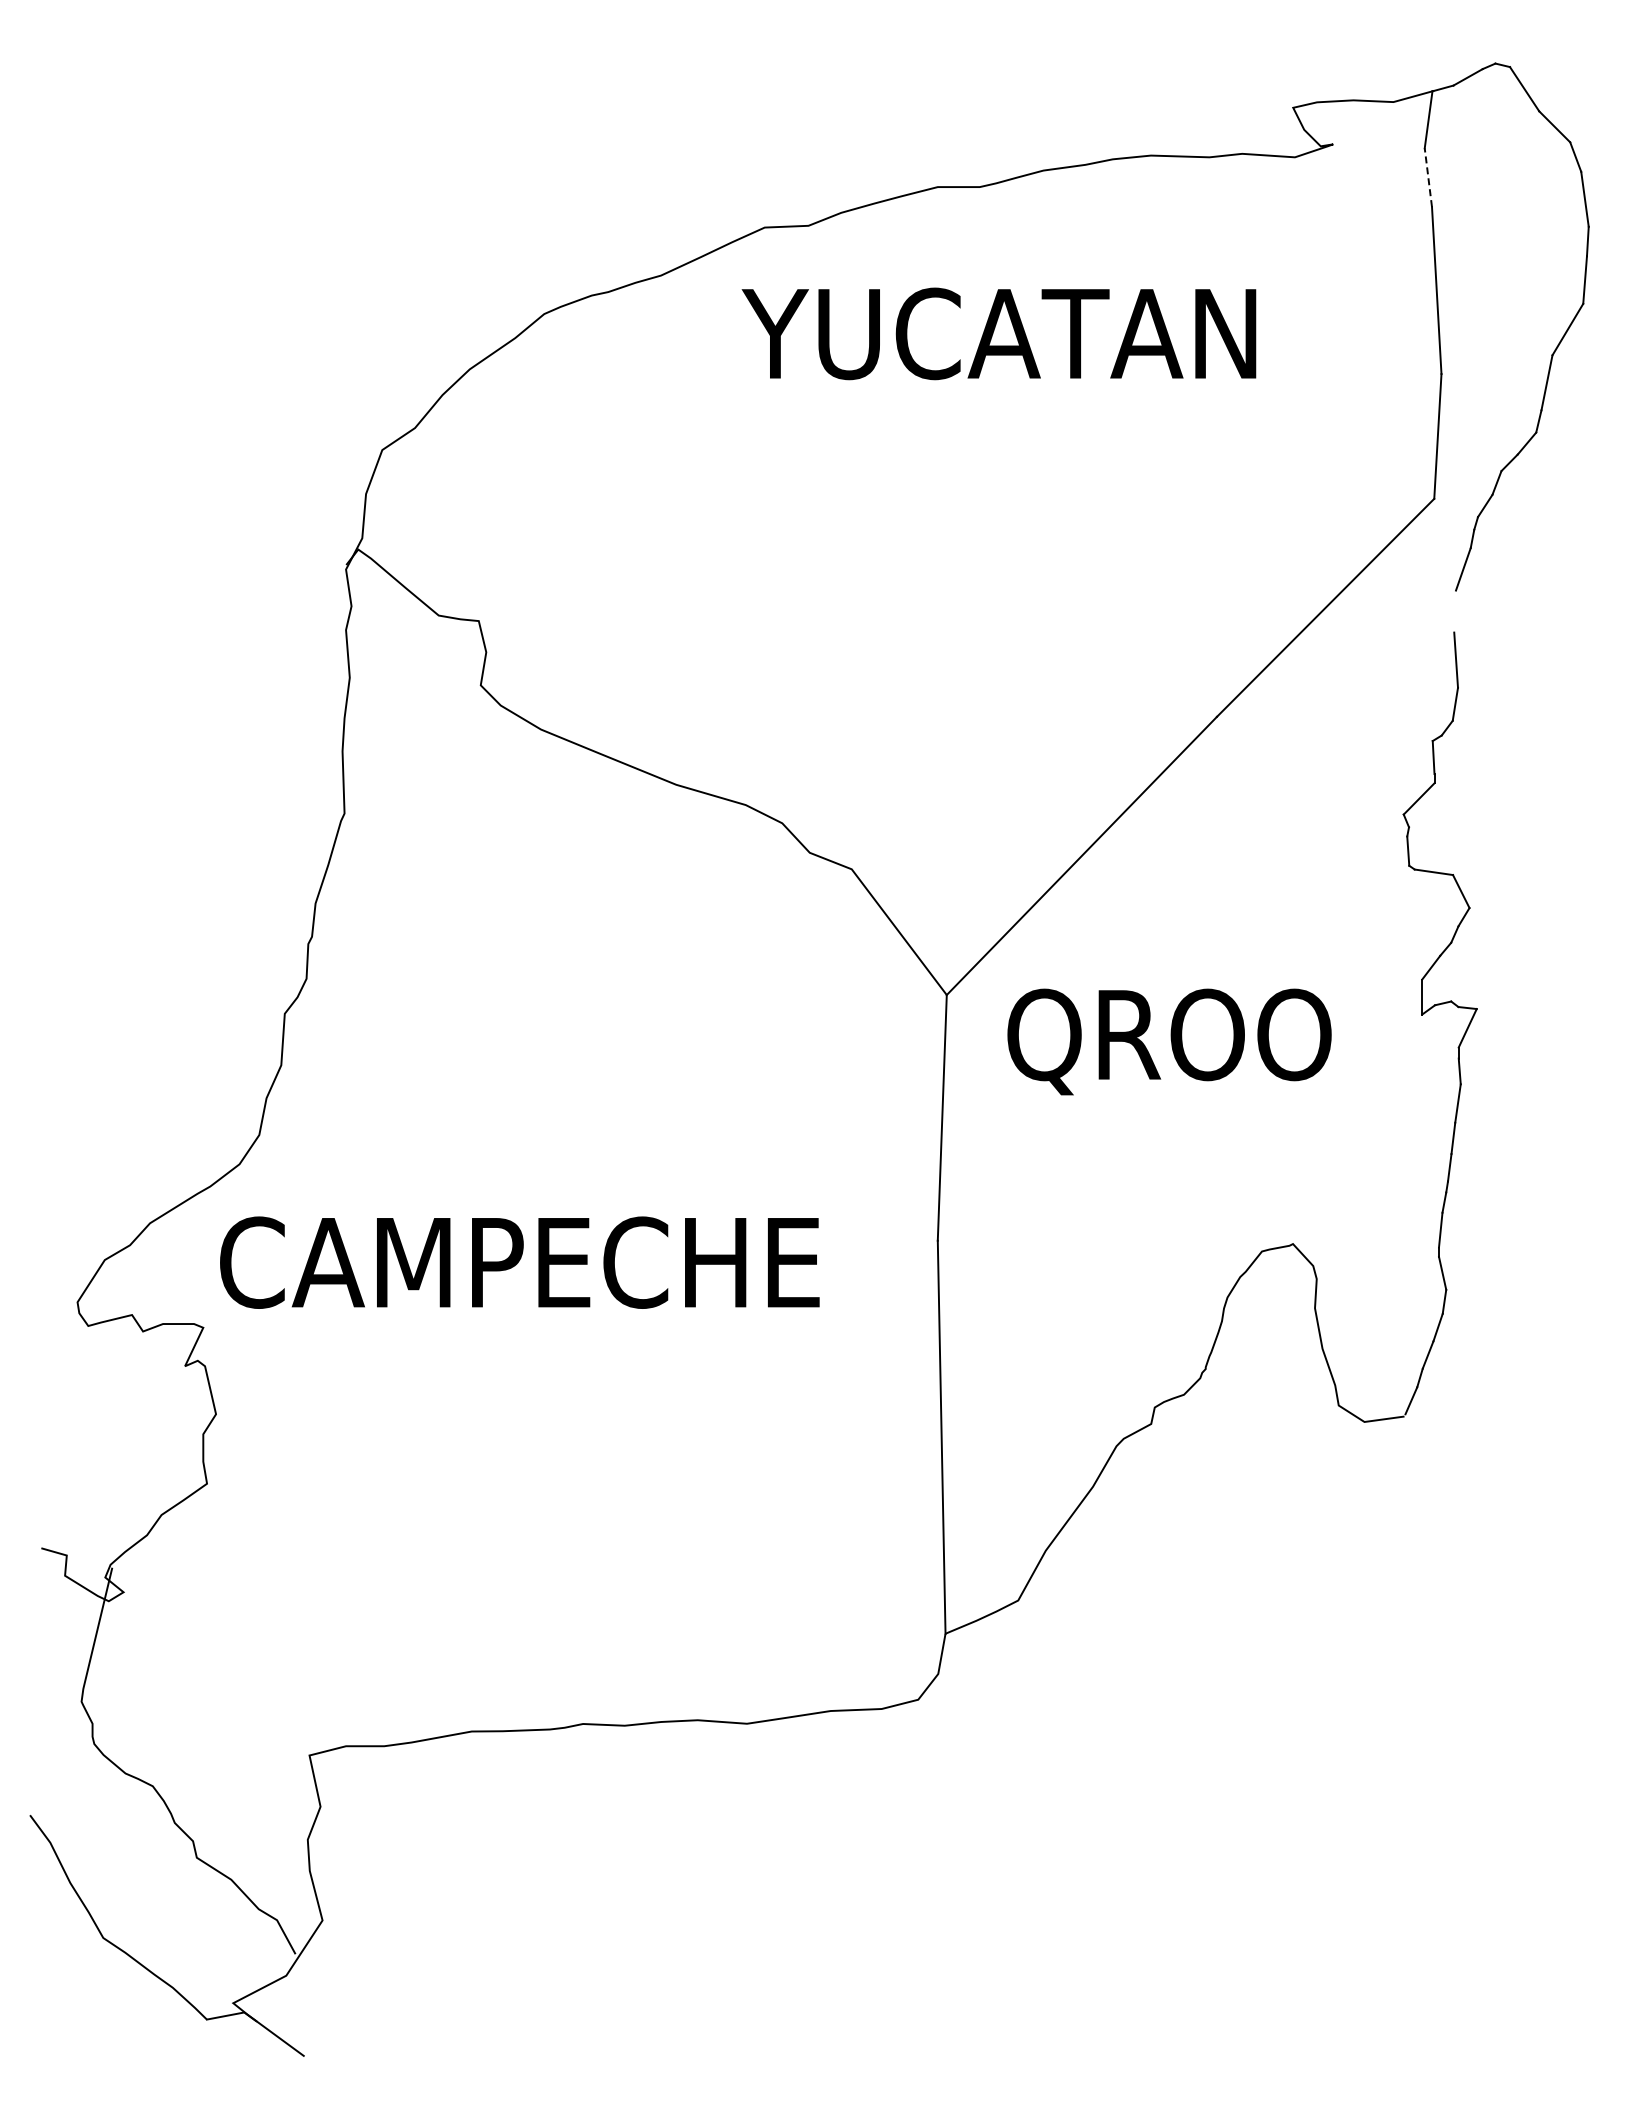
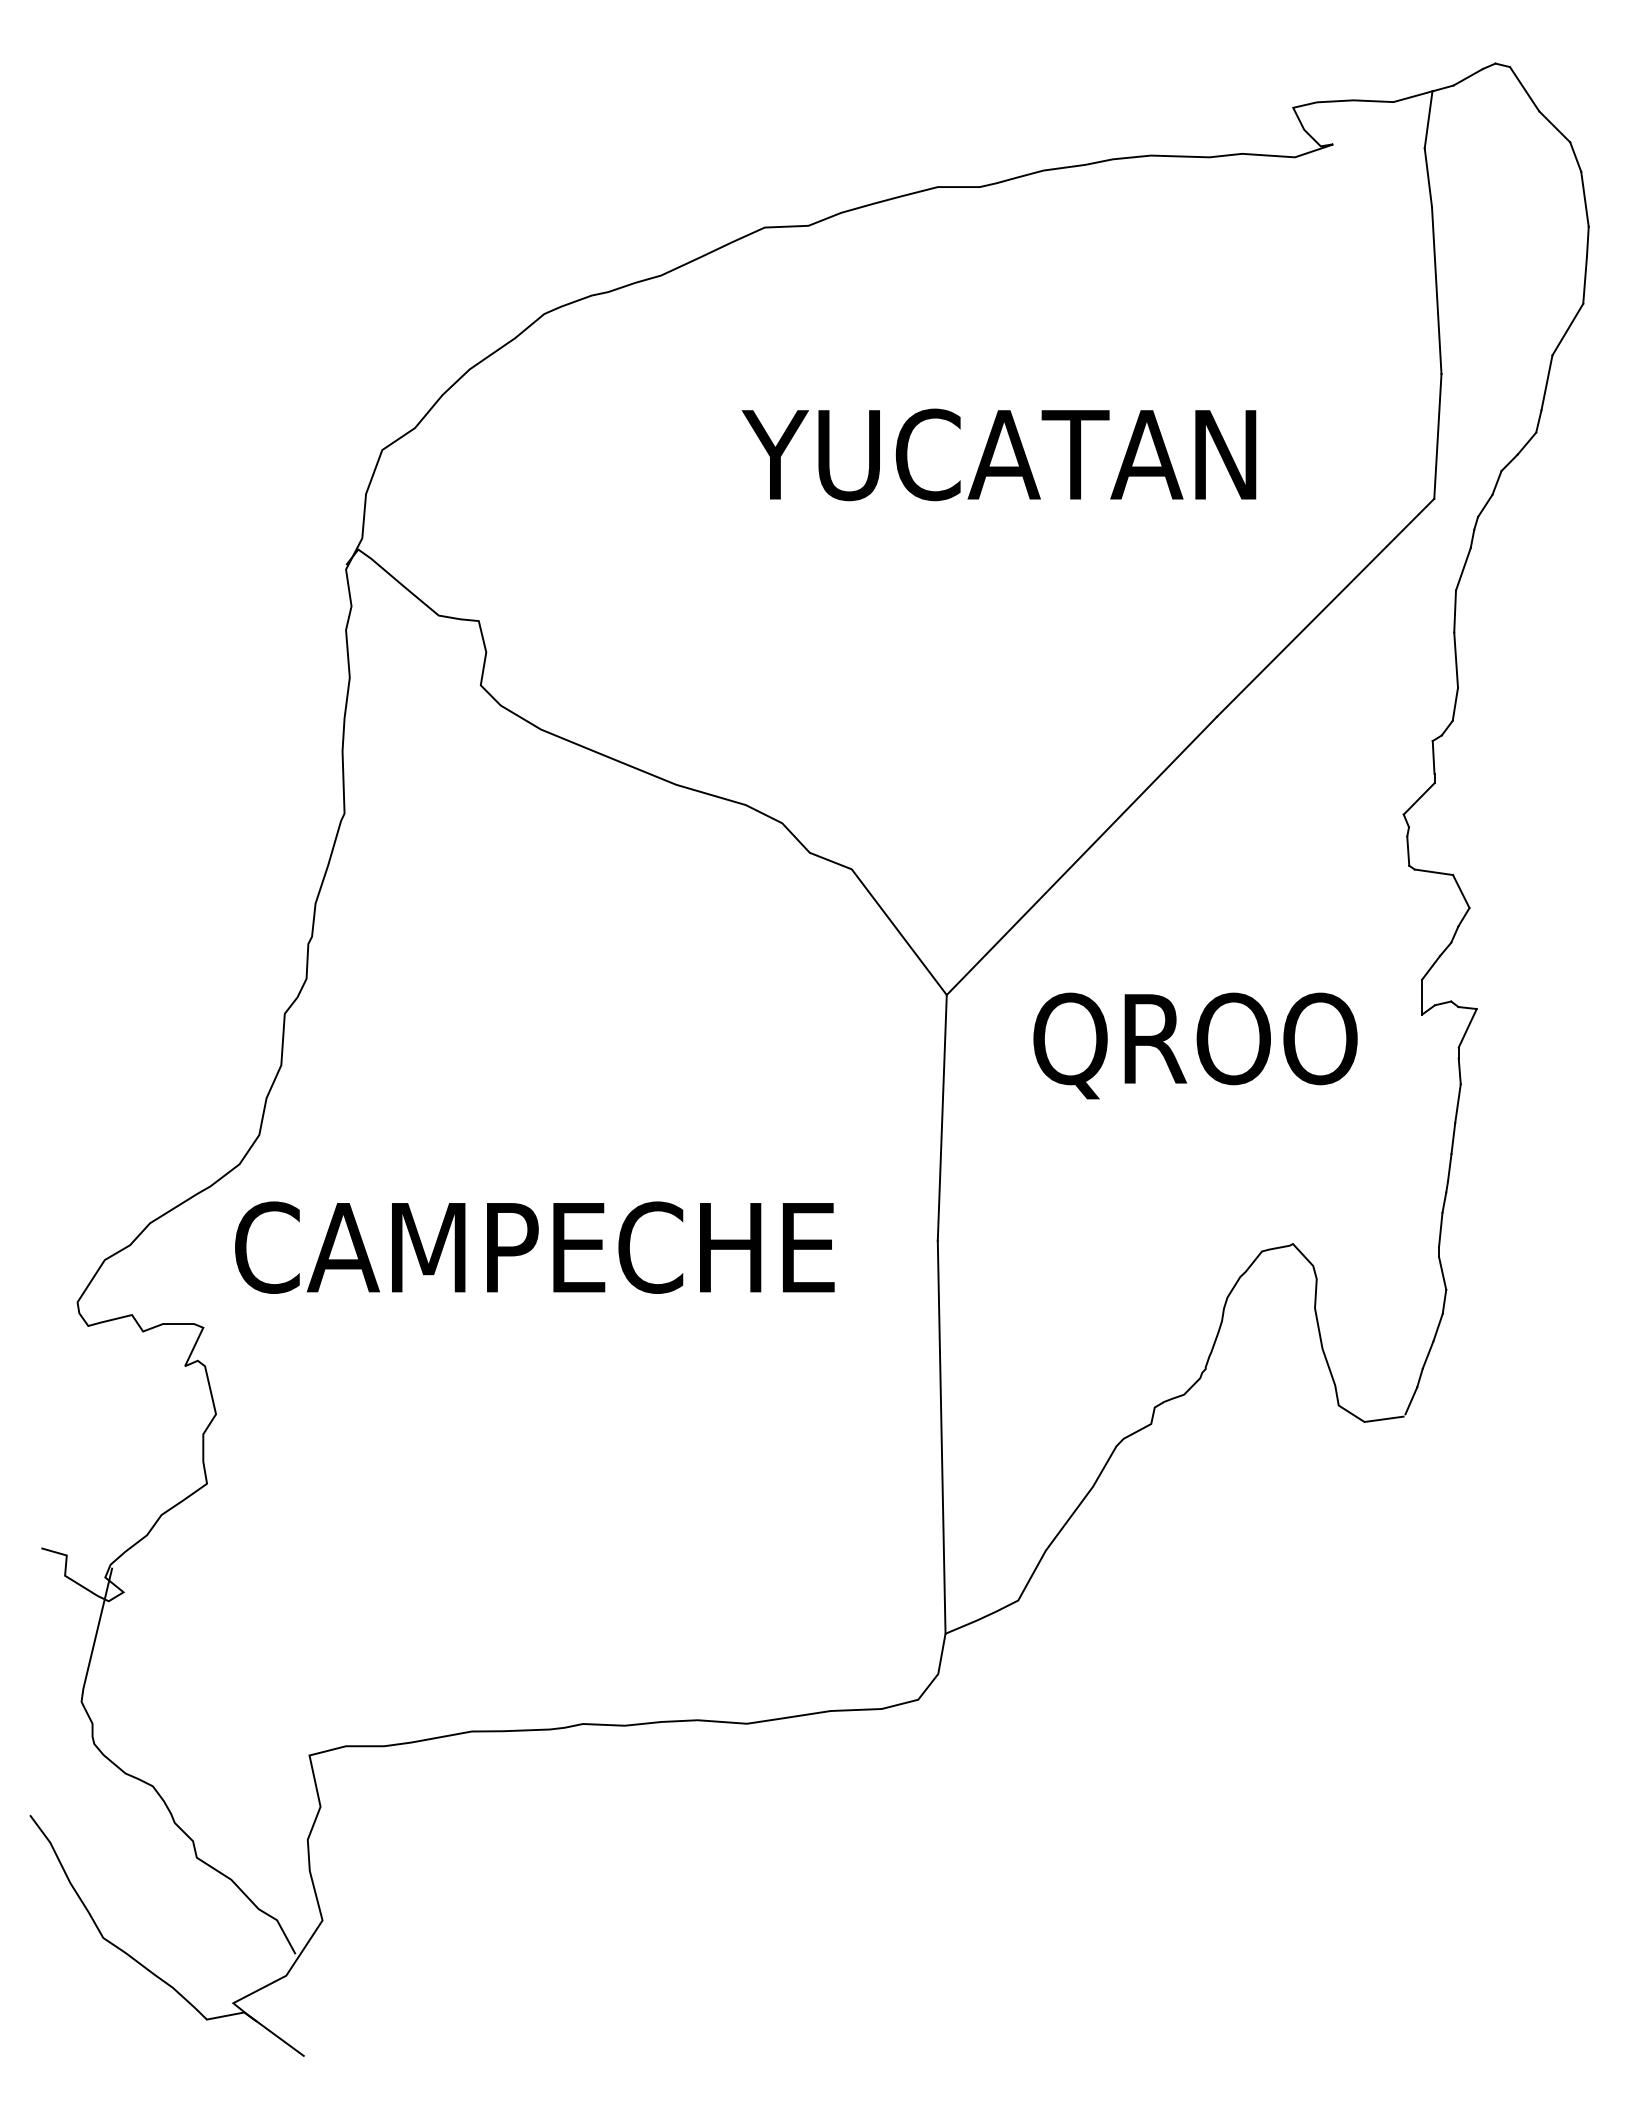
line at (1428, 177): dashed -> solid
text at (998, 333) position: (998, 333) -> (998, 454)
line at (1454, 611): none -> present
text at (1169, 1041) position: (1169, 1041) -> (1195, 1045)
text at (519, 1262) position: (519, 1262) -> (534, 1247)
